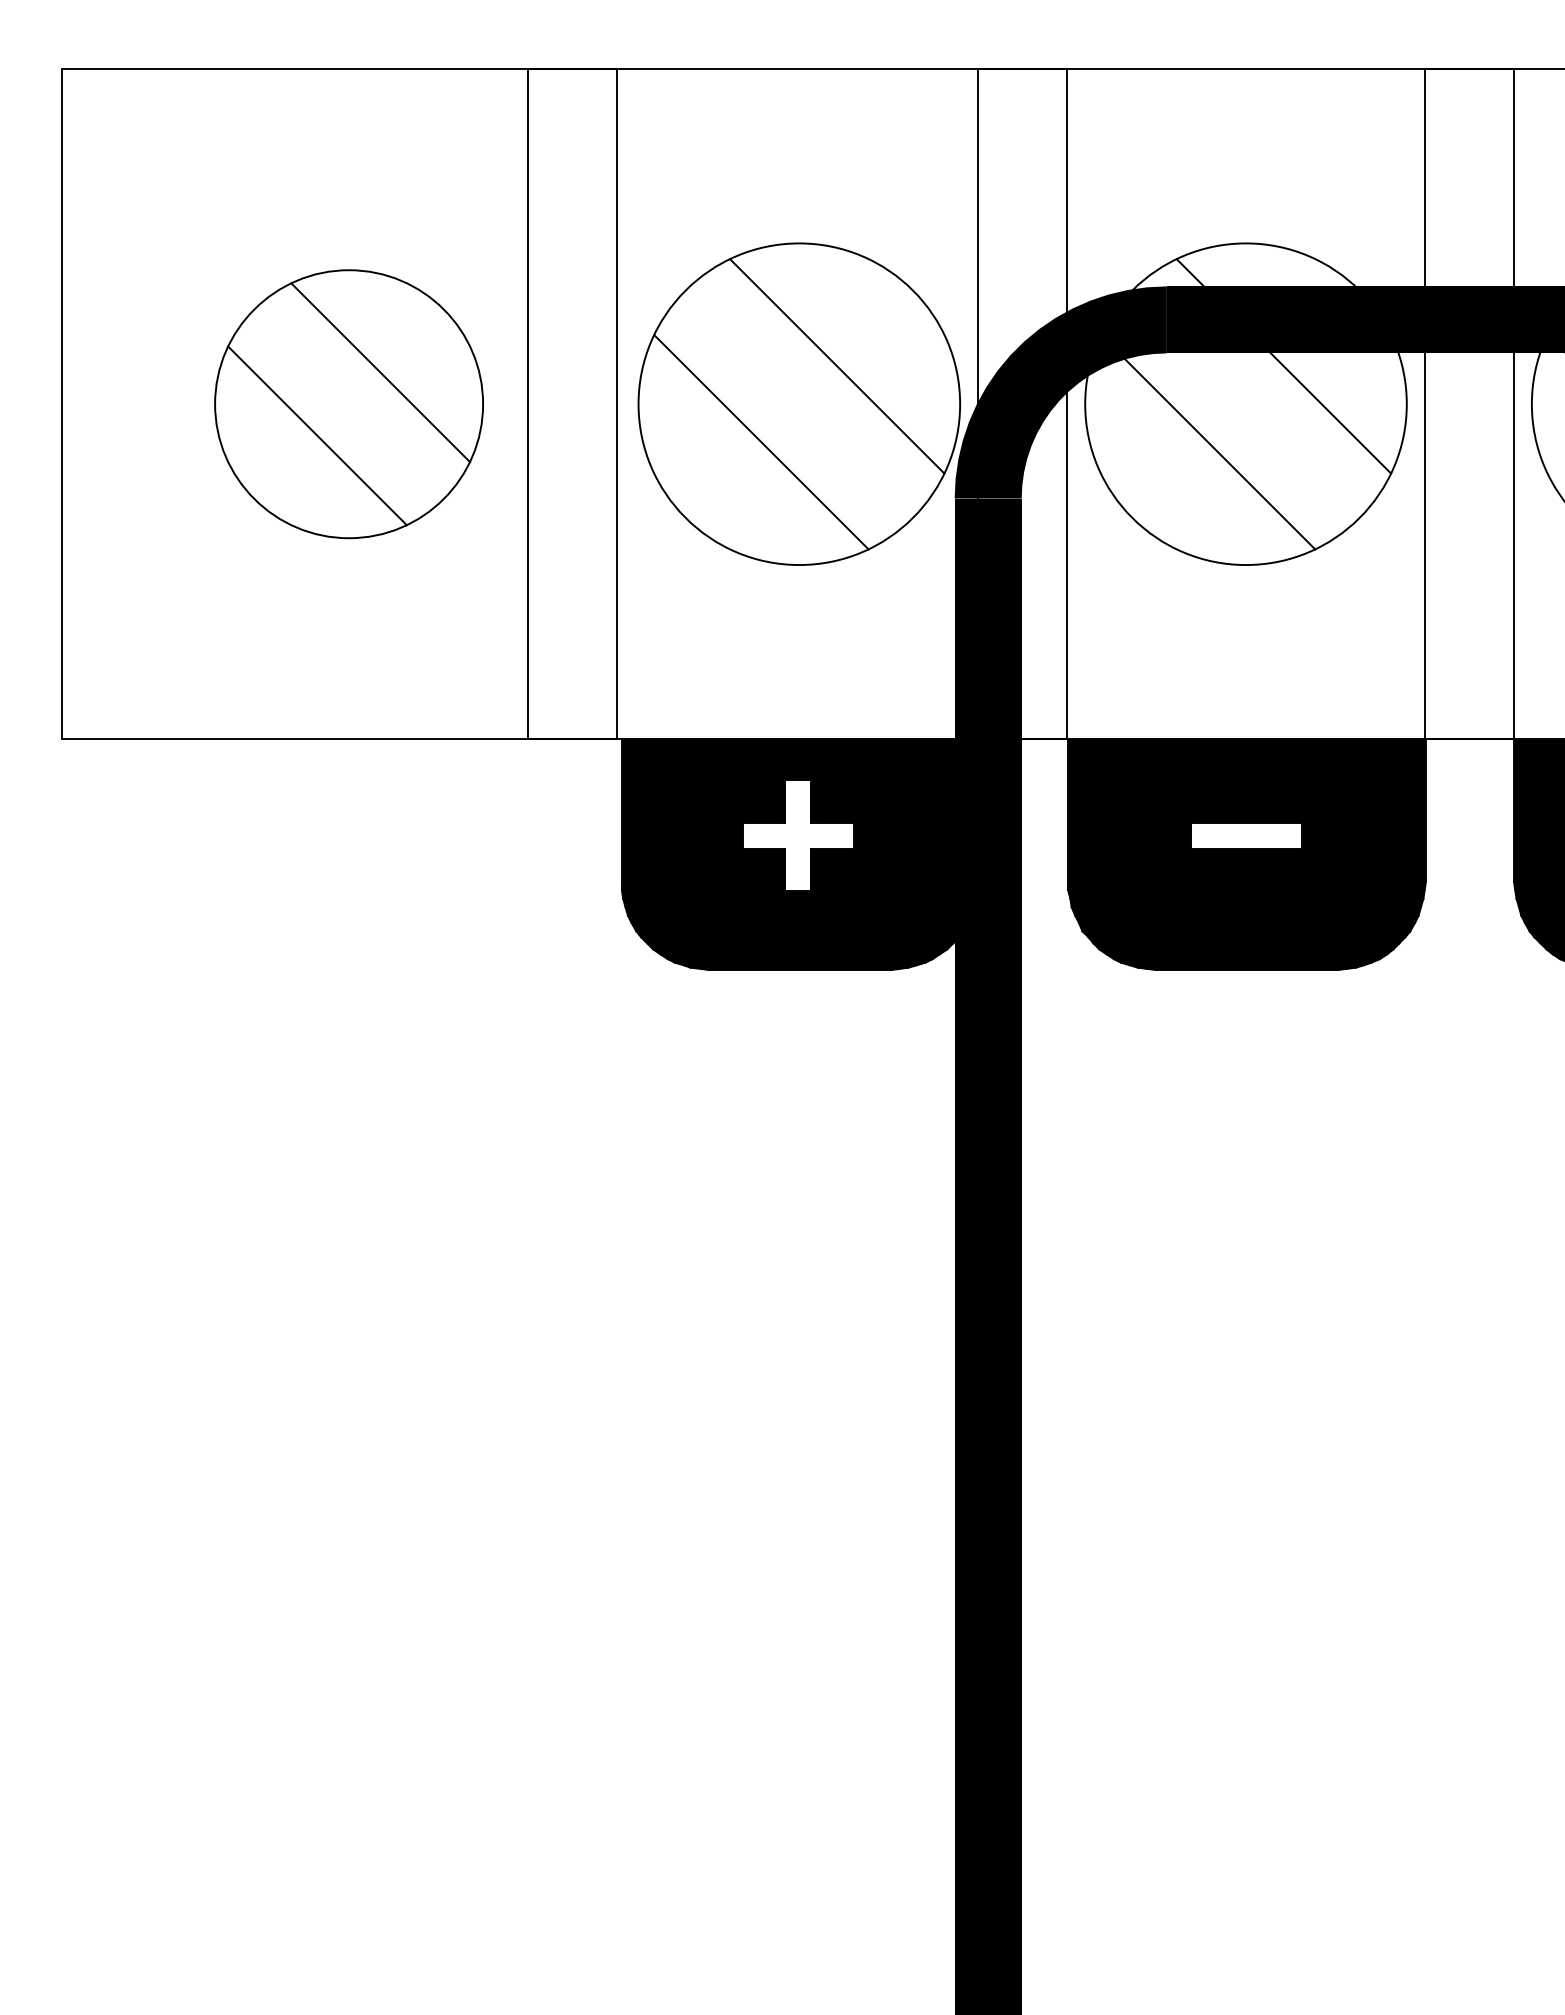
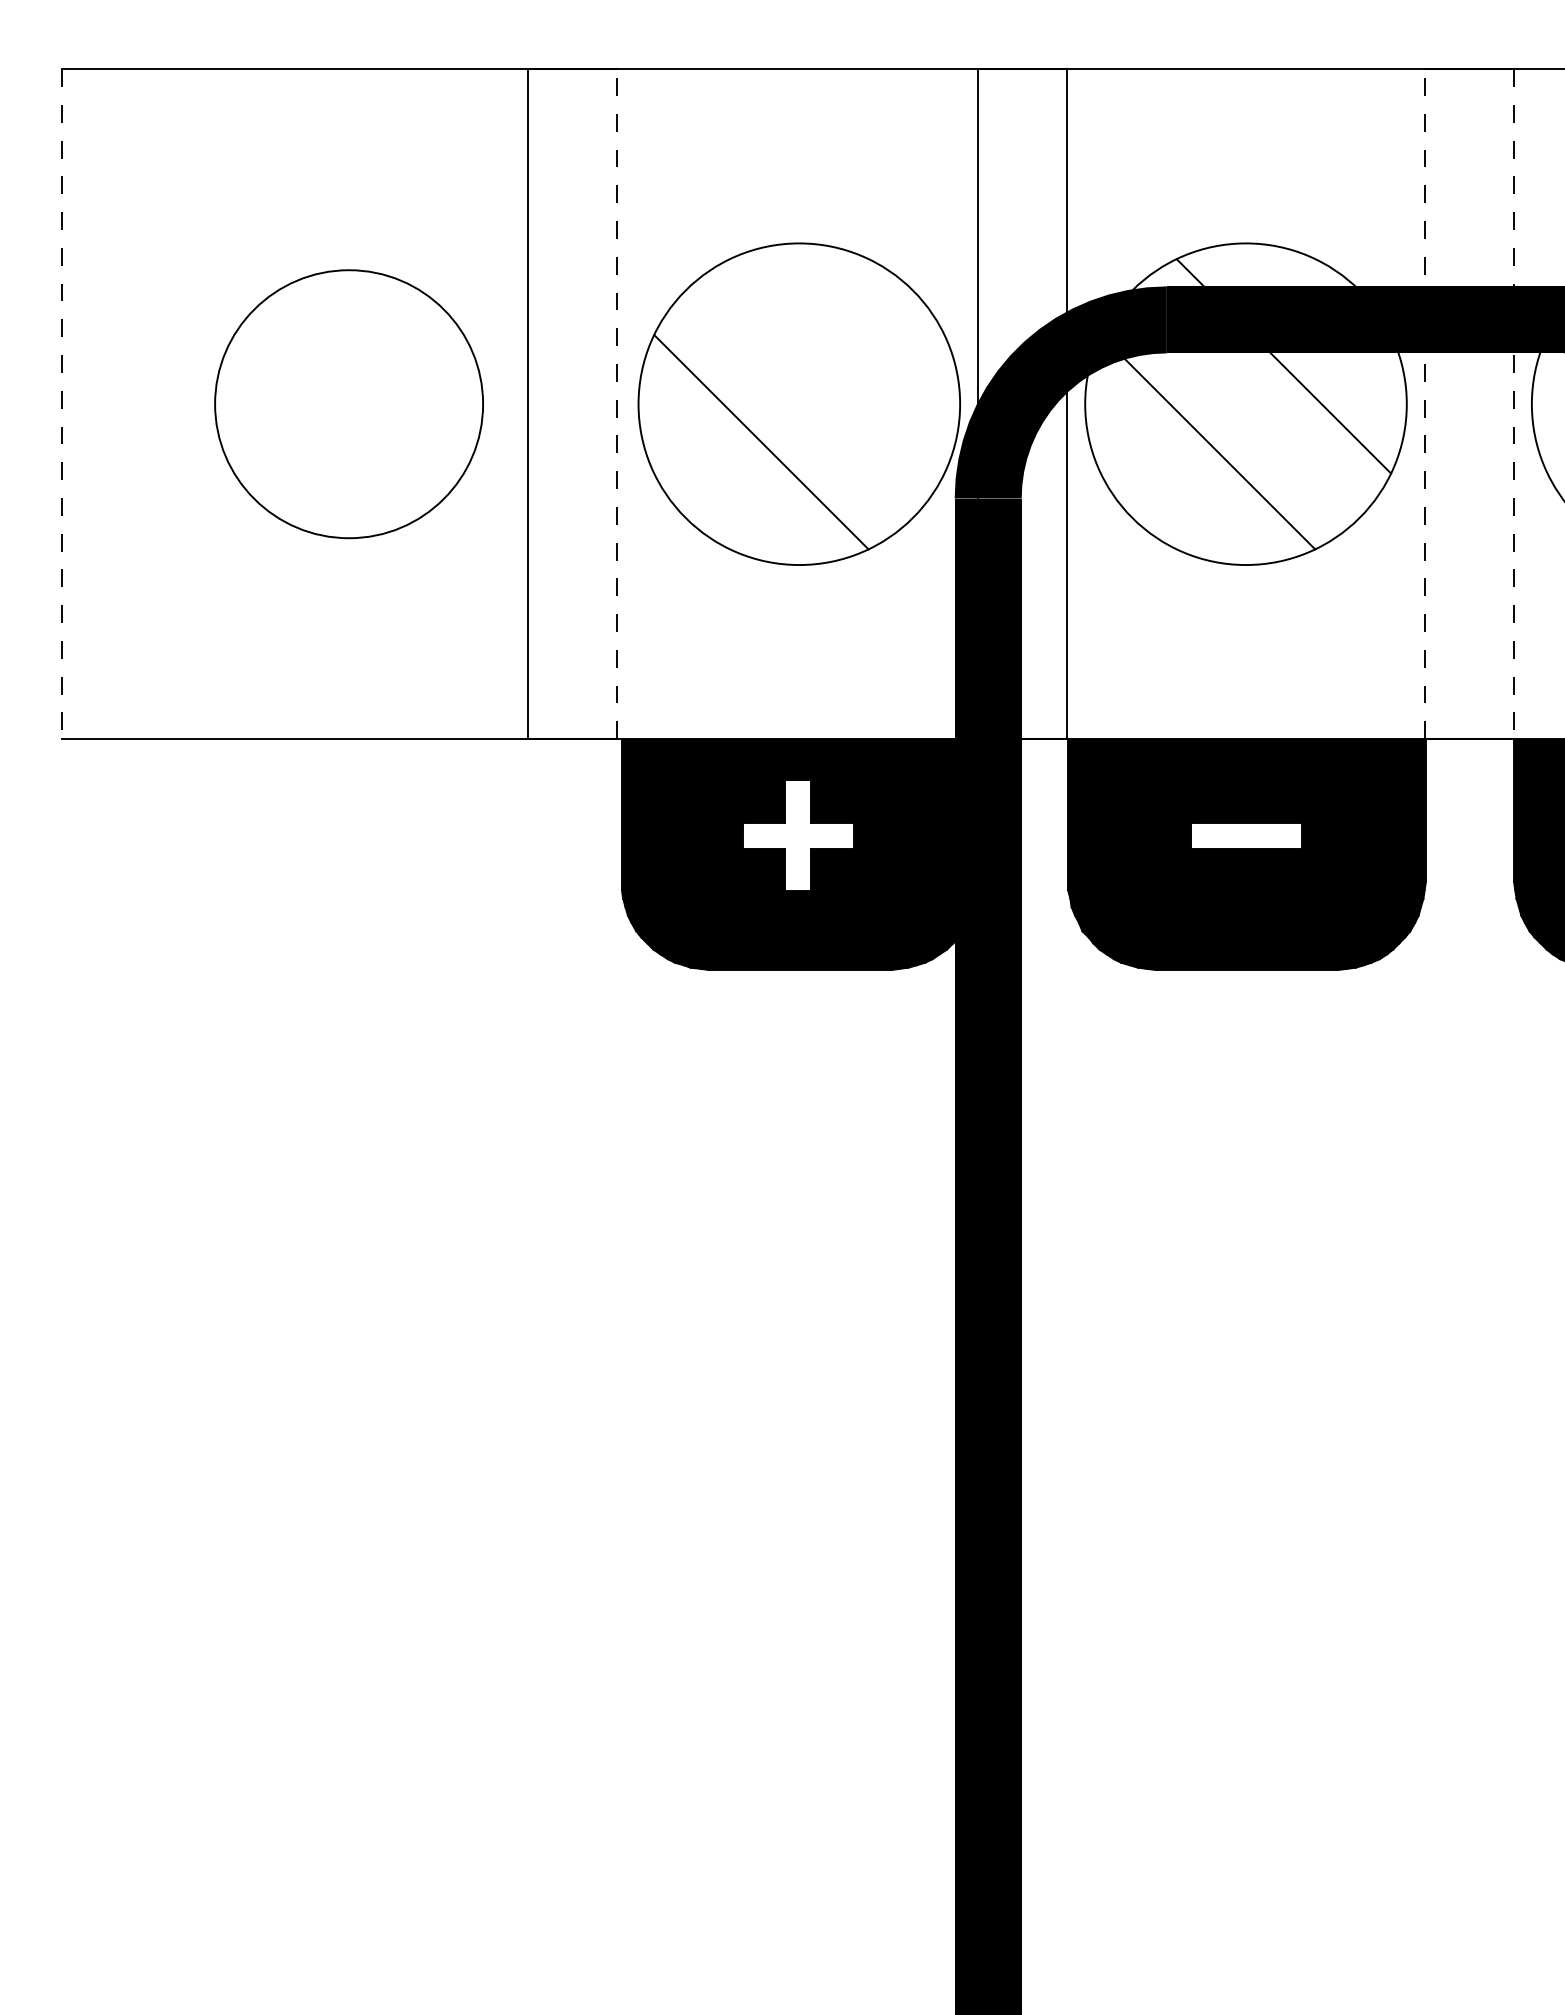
line at (837, 366): present -> none
line at (380, 372): present -> none
line at (62, 404): solid -> dashed
line at (617, 404): solid -> dashed
line at (1424, 404): solid -> dashed
line at (1514, 404): solid -> dashed
line at (317, 435): present -> none
